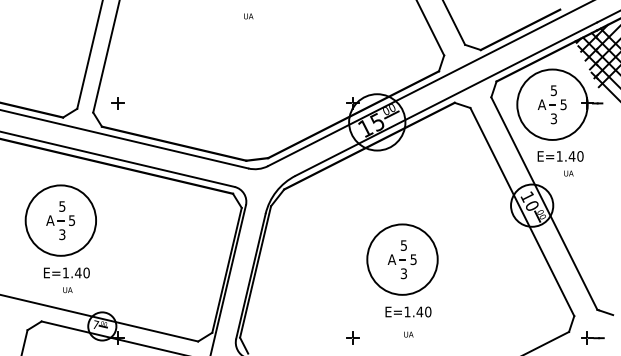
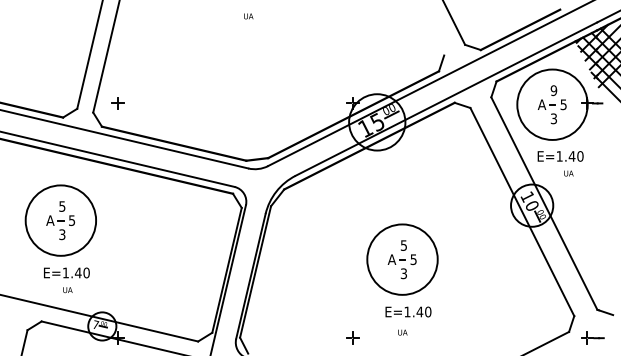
line at (430, 28): present -> none
text at (553, 90): 5 -> 9
text at (408, 334) position: (408, 334) -> (402, 332)
